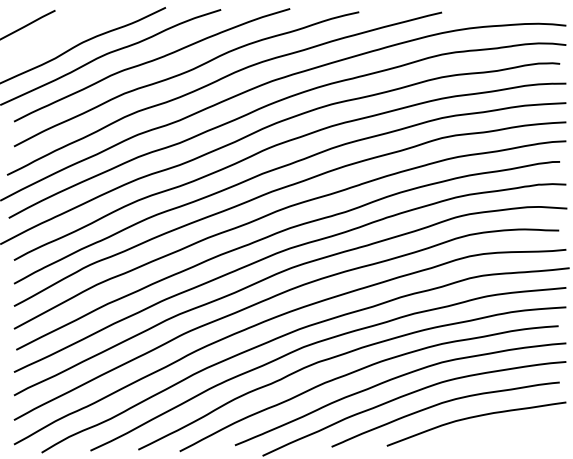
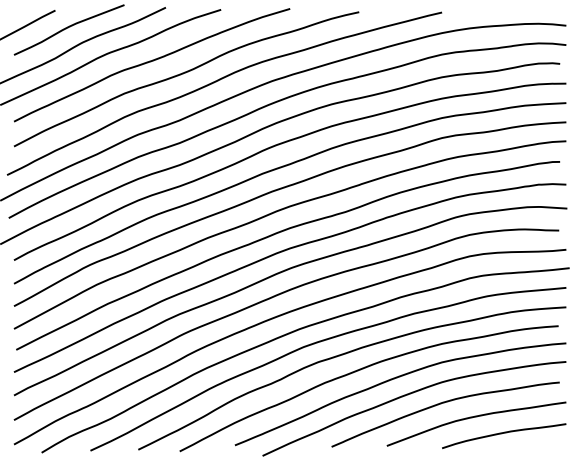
curve at (68, 28): none -> present
curve at (504, 433): none -> present
